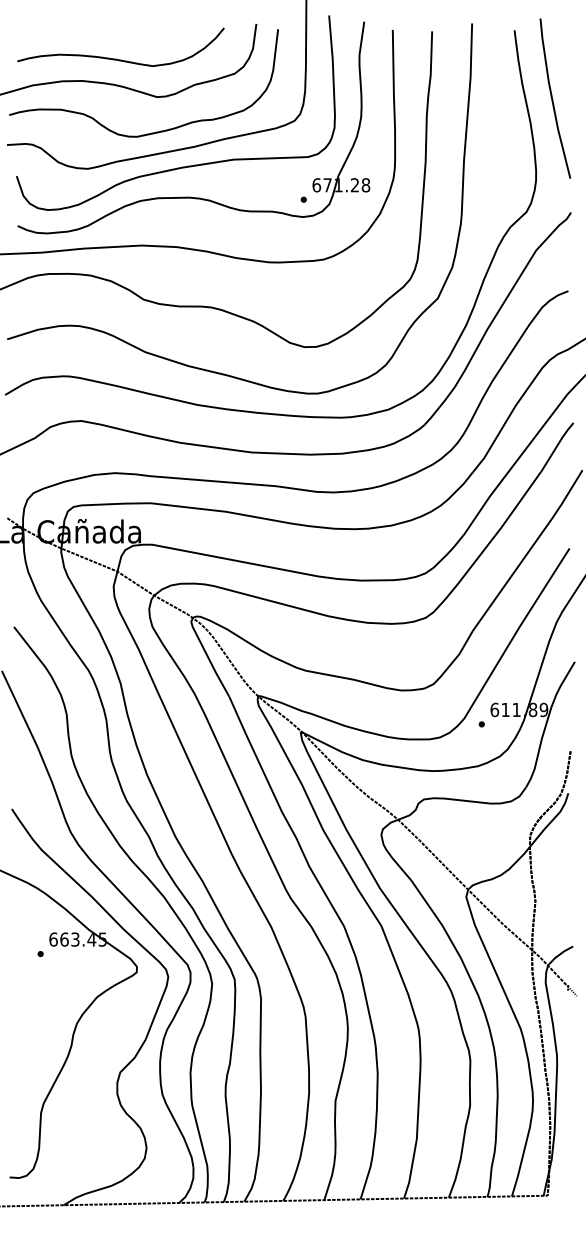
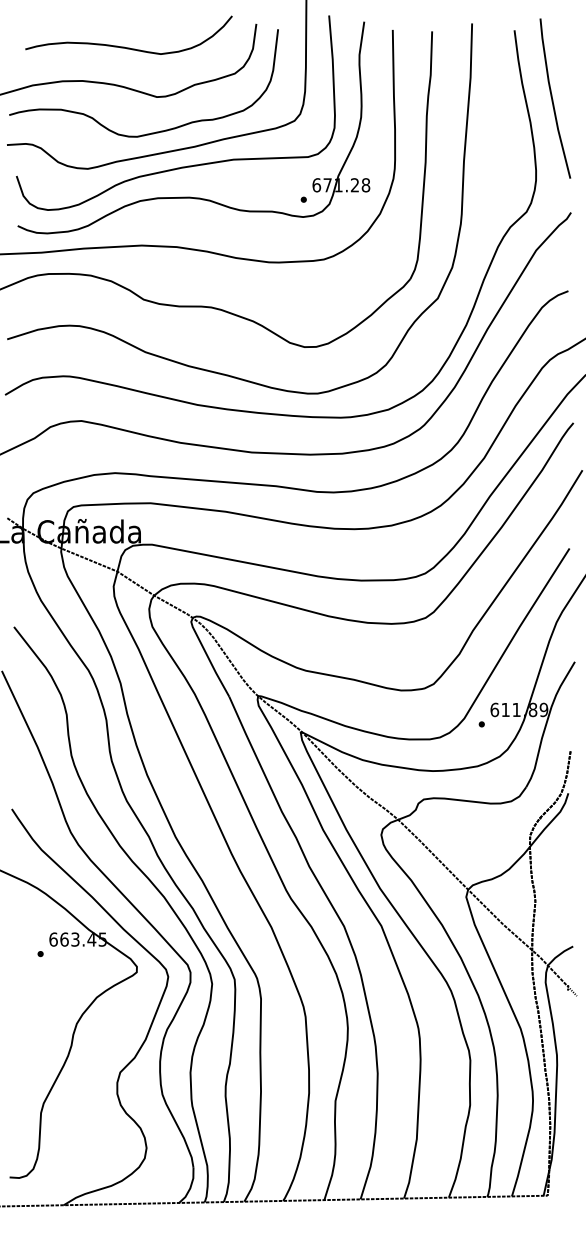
curve at (116, 58) position: (116, 58) -> (124, 46)
